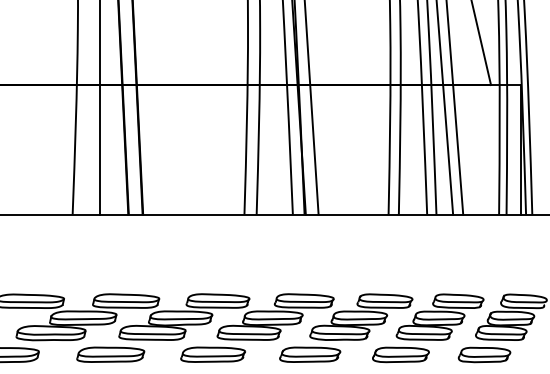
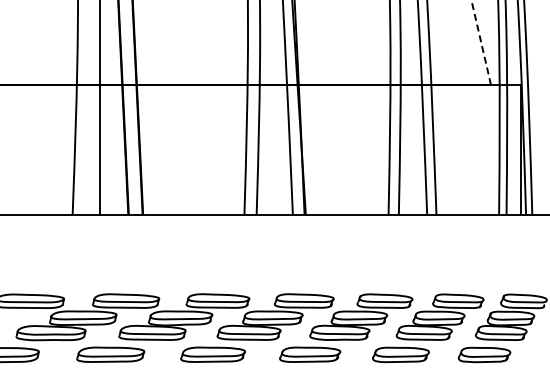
line at (481, 42): solid -> dashed
line at (311, 108): present -> none
line at (444, 108): present -> none
line at (454, 108): present -> none
